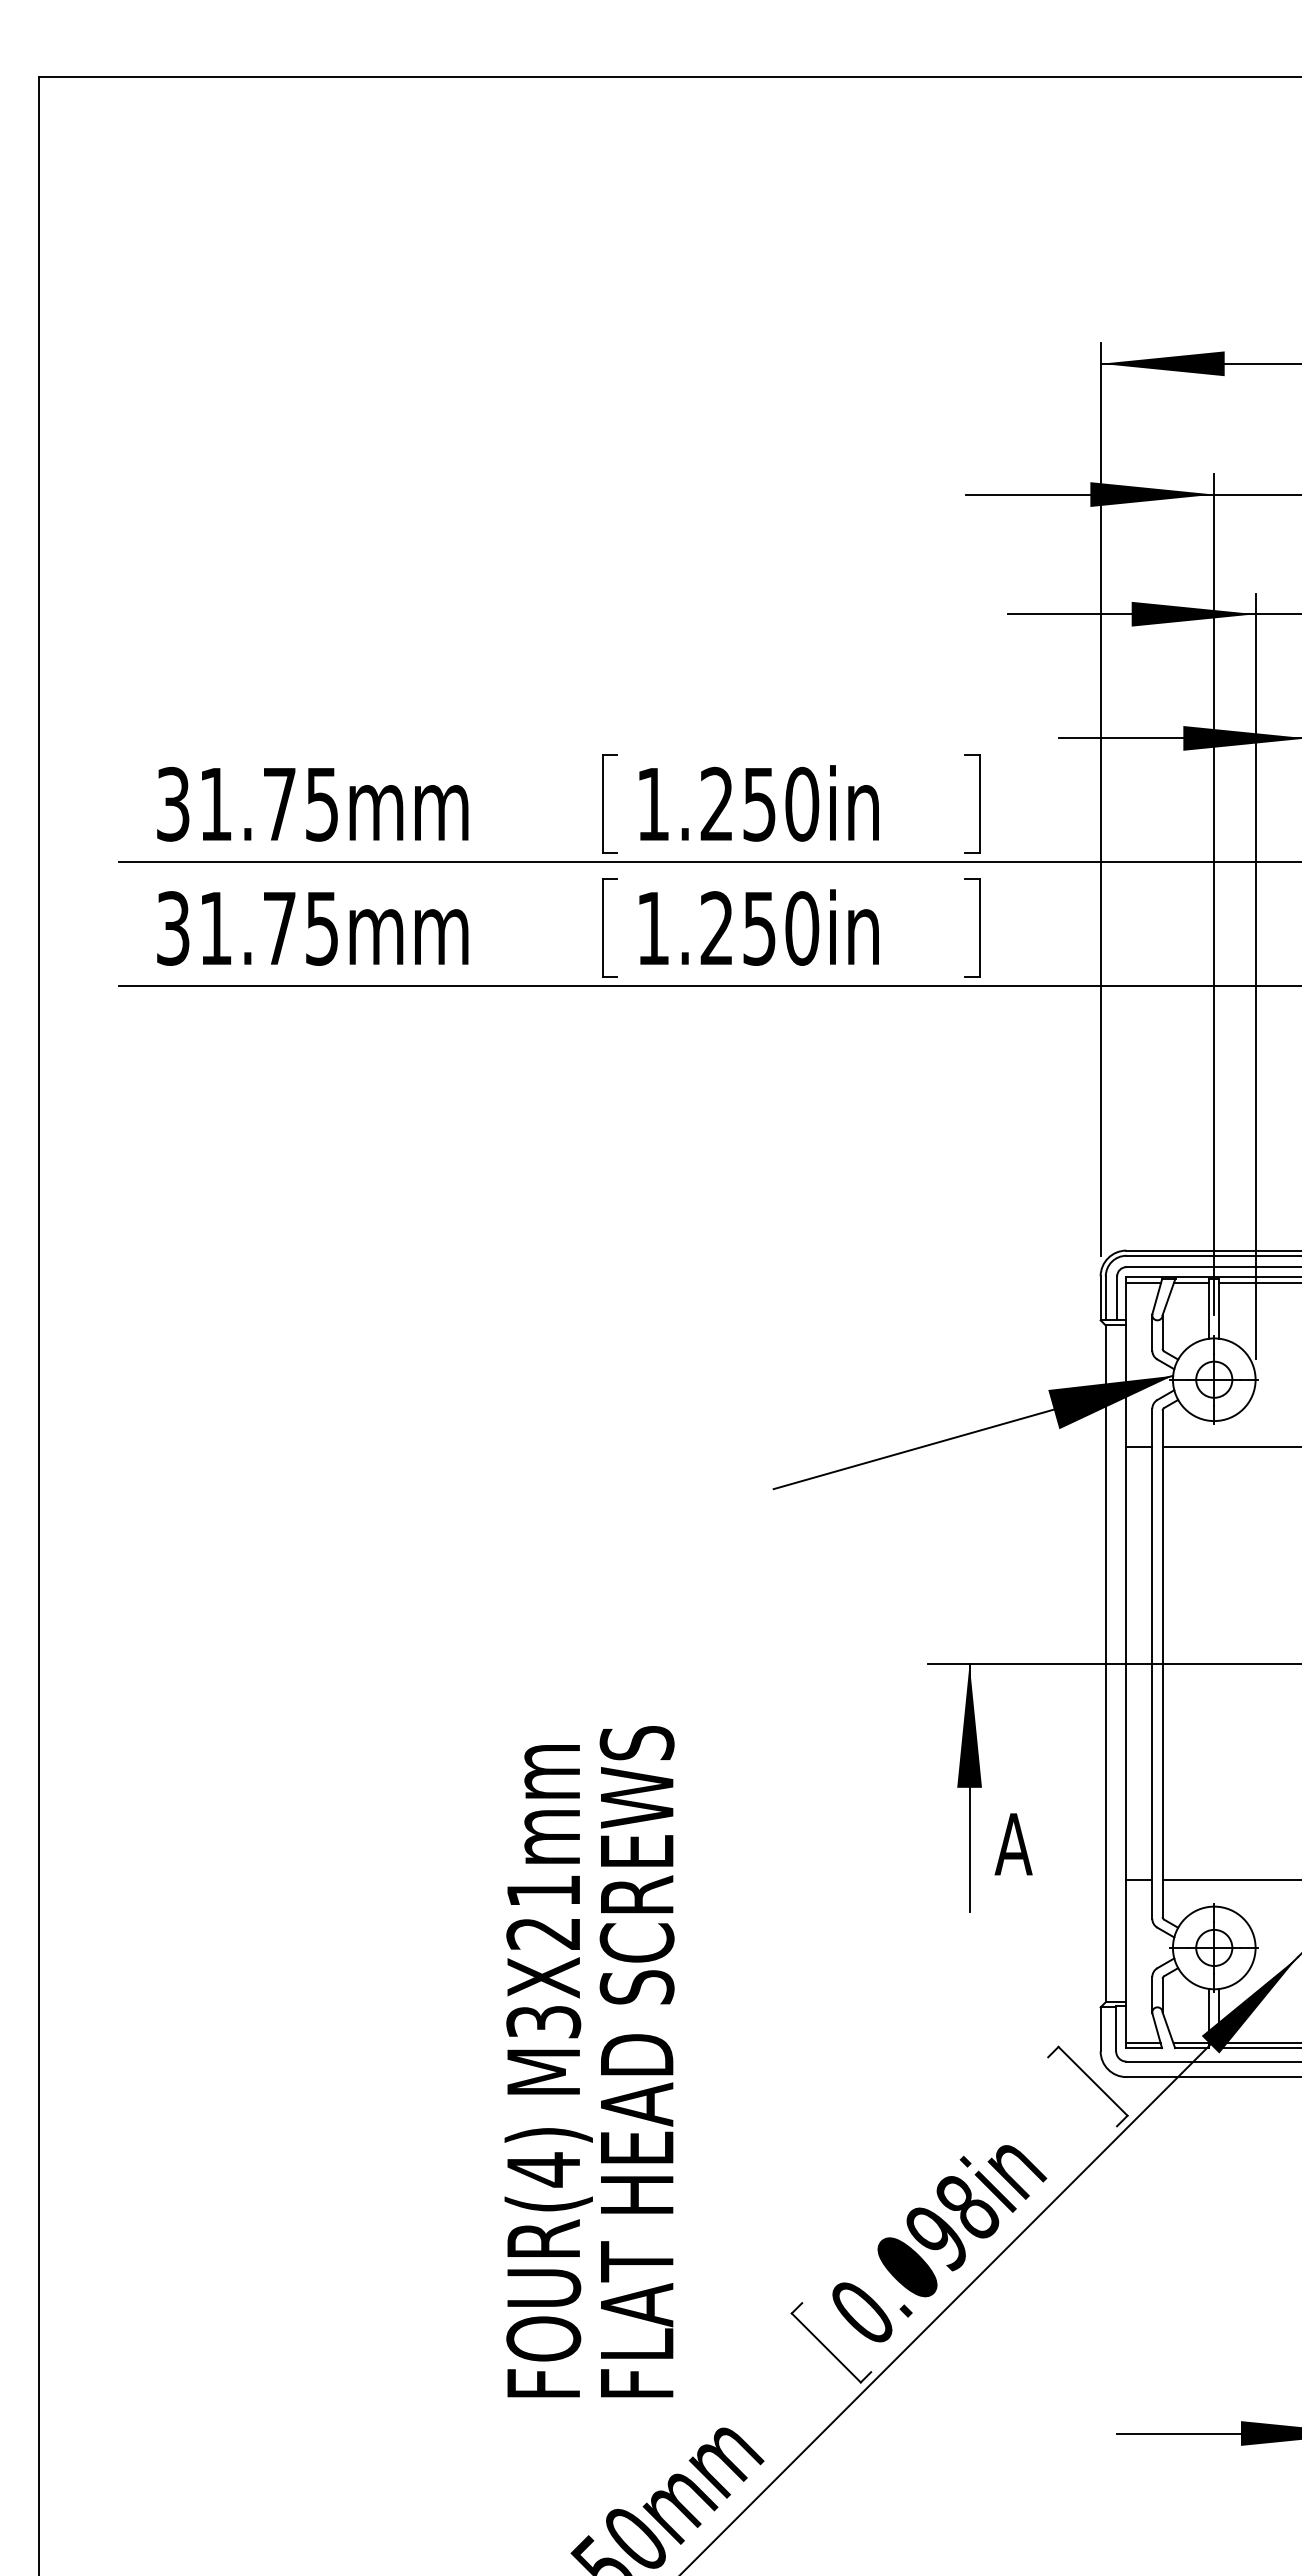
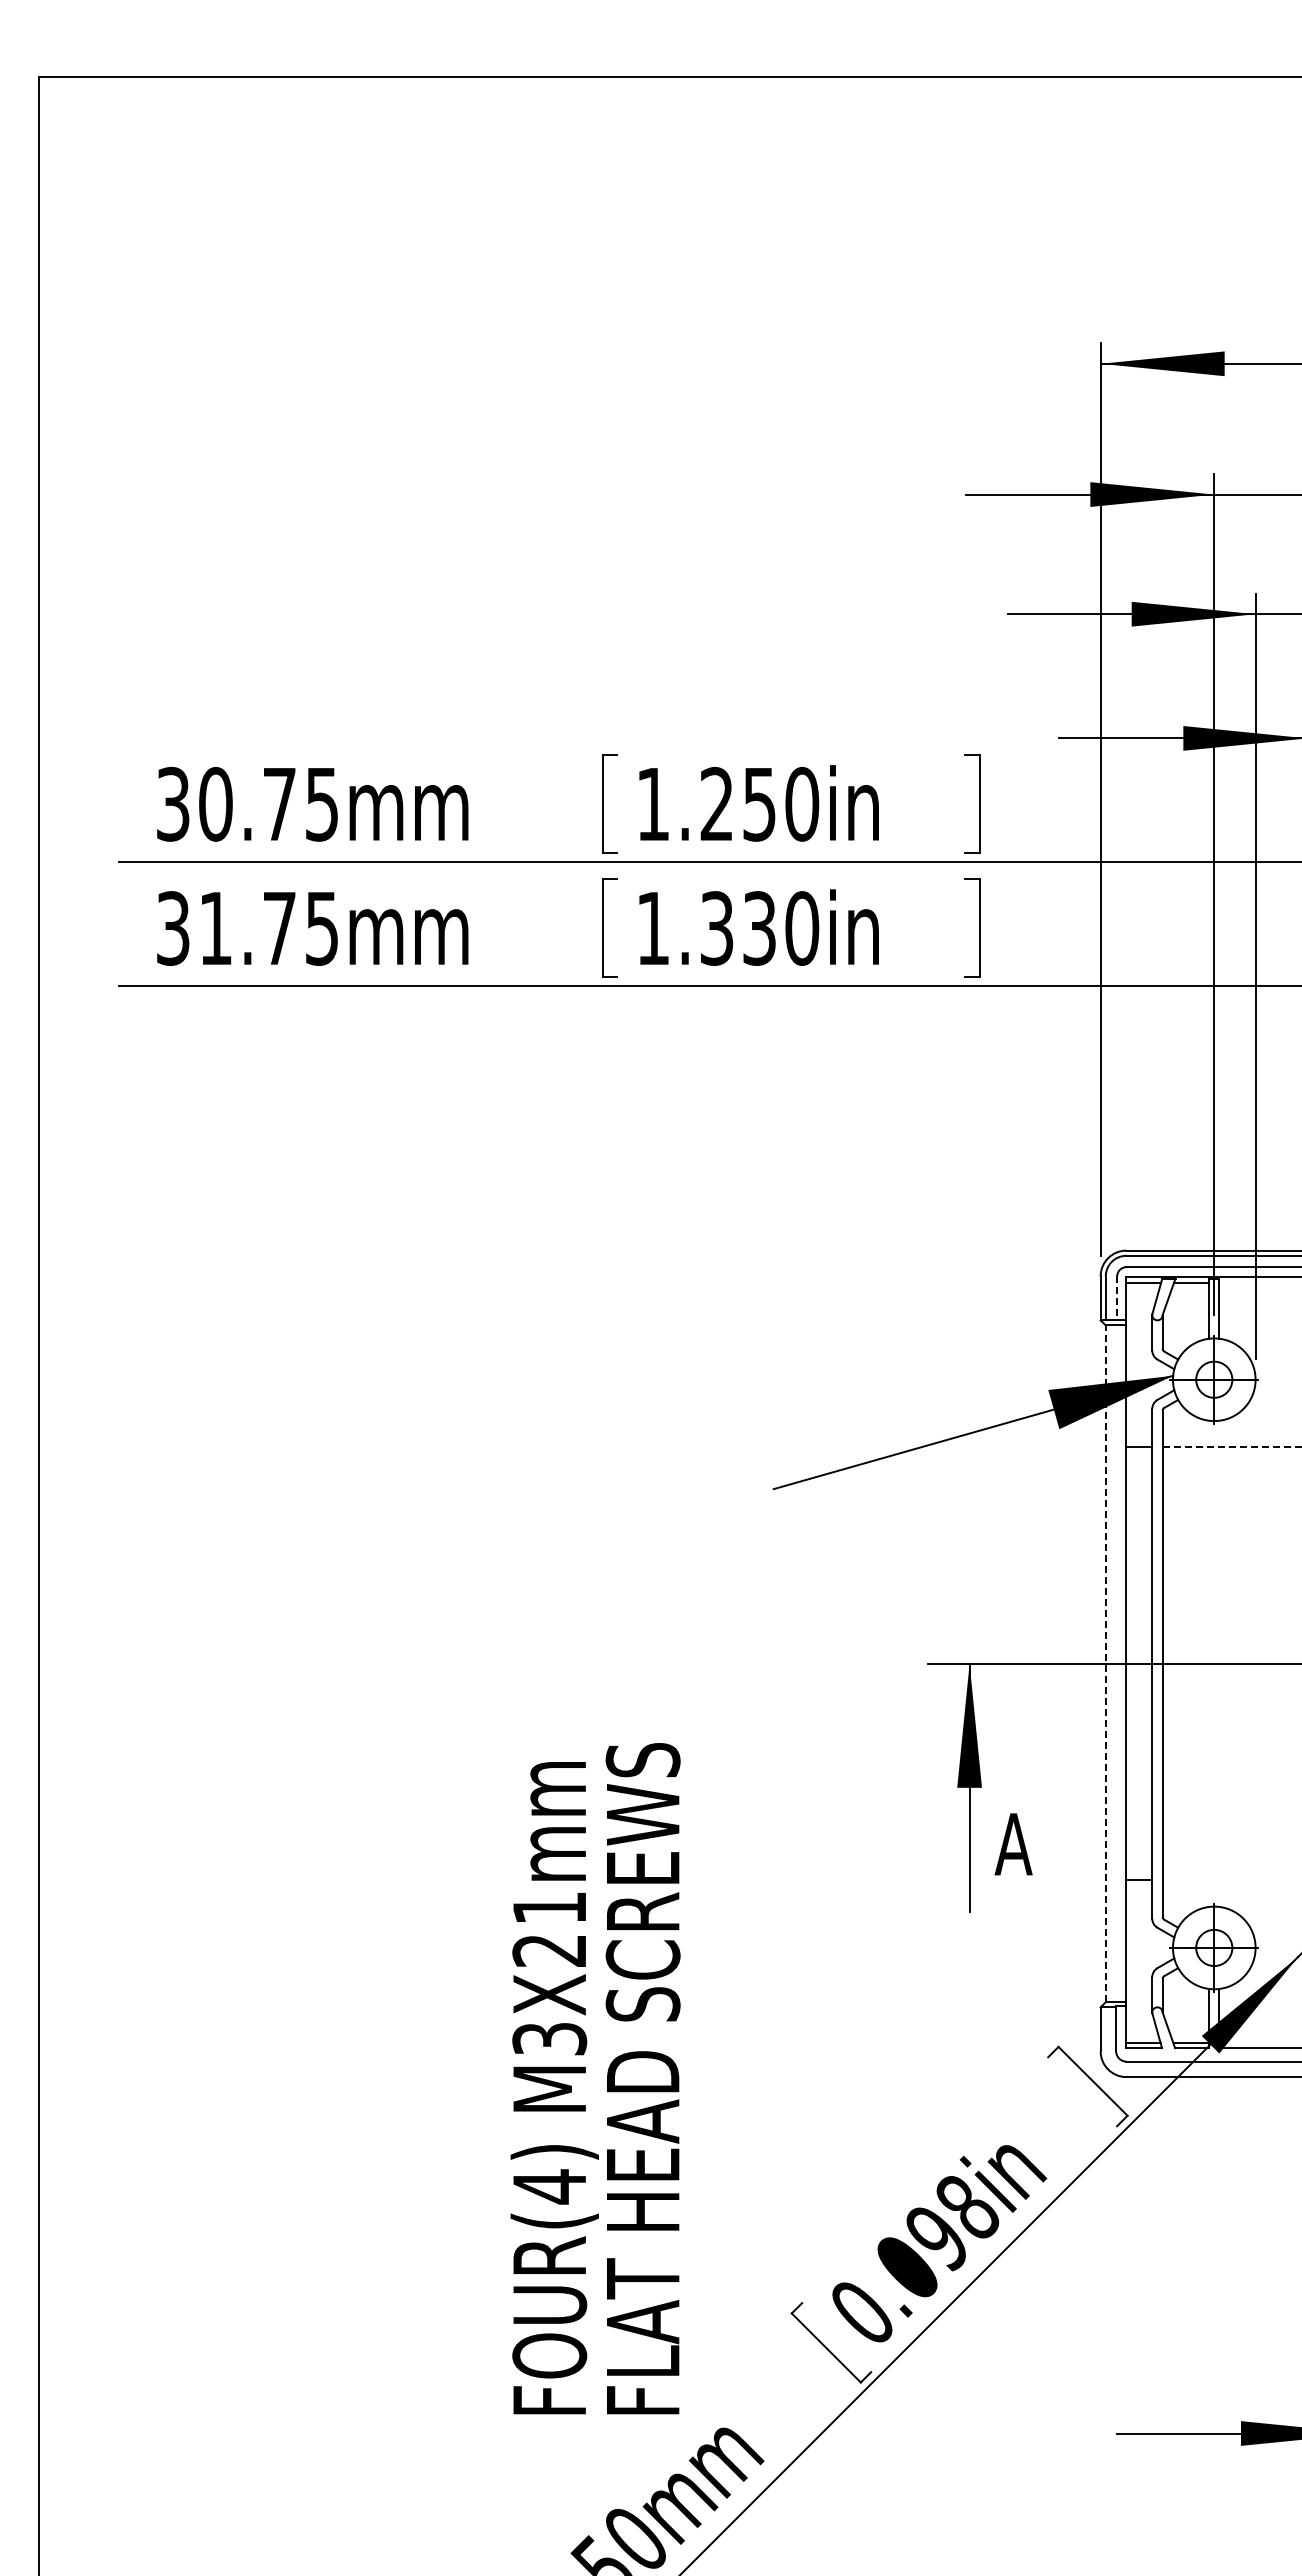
text at (215, 803): 31.75mm -> 30.75mm
text at (737, 928): 1.250in -> 1.330in
line at (1258, 1283): present -> none
line at (1117, 1298): solid -> dashed
line at (1232, 1446): solid -> dashed
line at (1105, 1663): solid -> dashed
line at (1230, 1880): present -> none
line at (1258, 2043): present -> none
text at (589, 2061) position: (589, 2061) -> (595, 2078)
